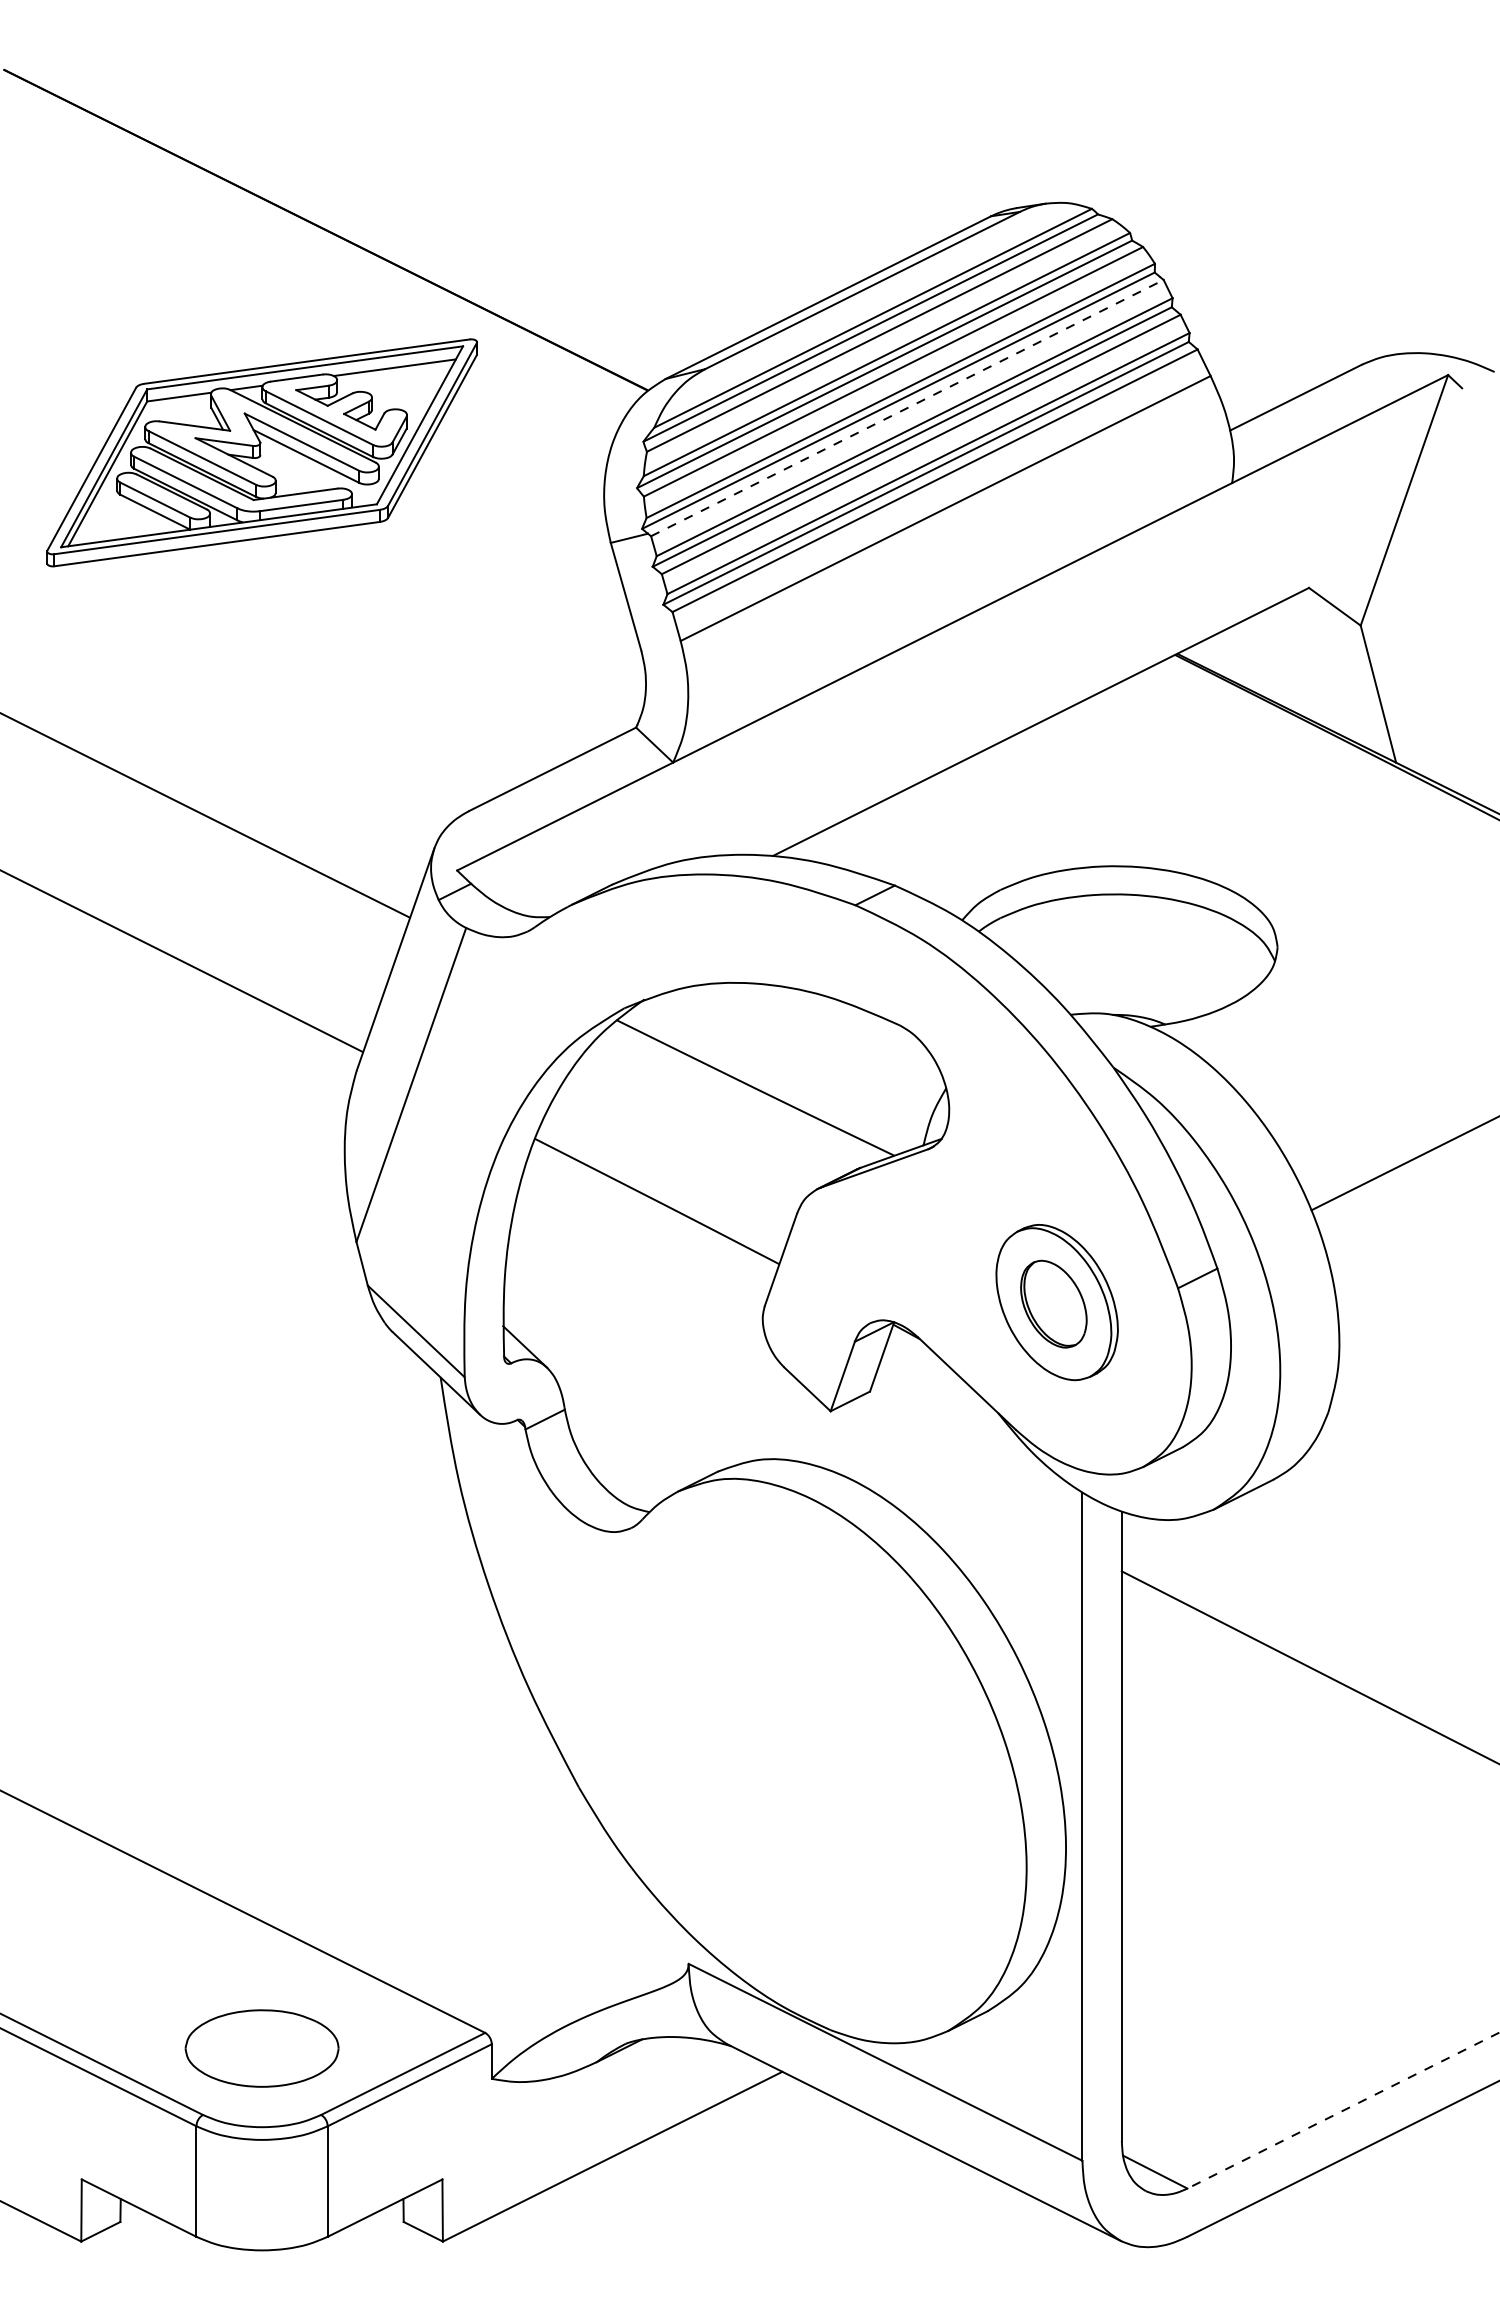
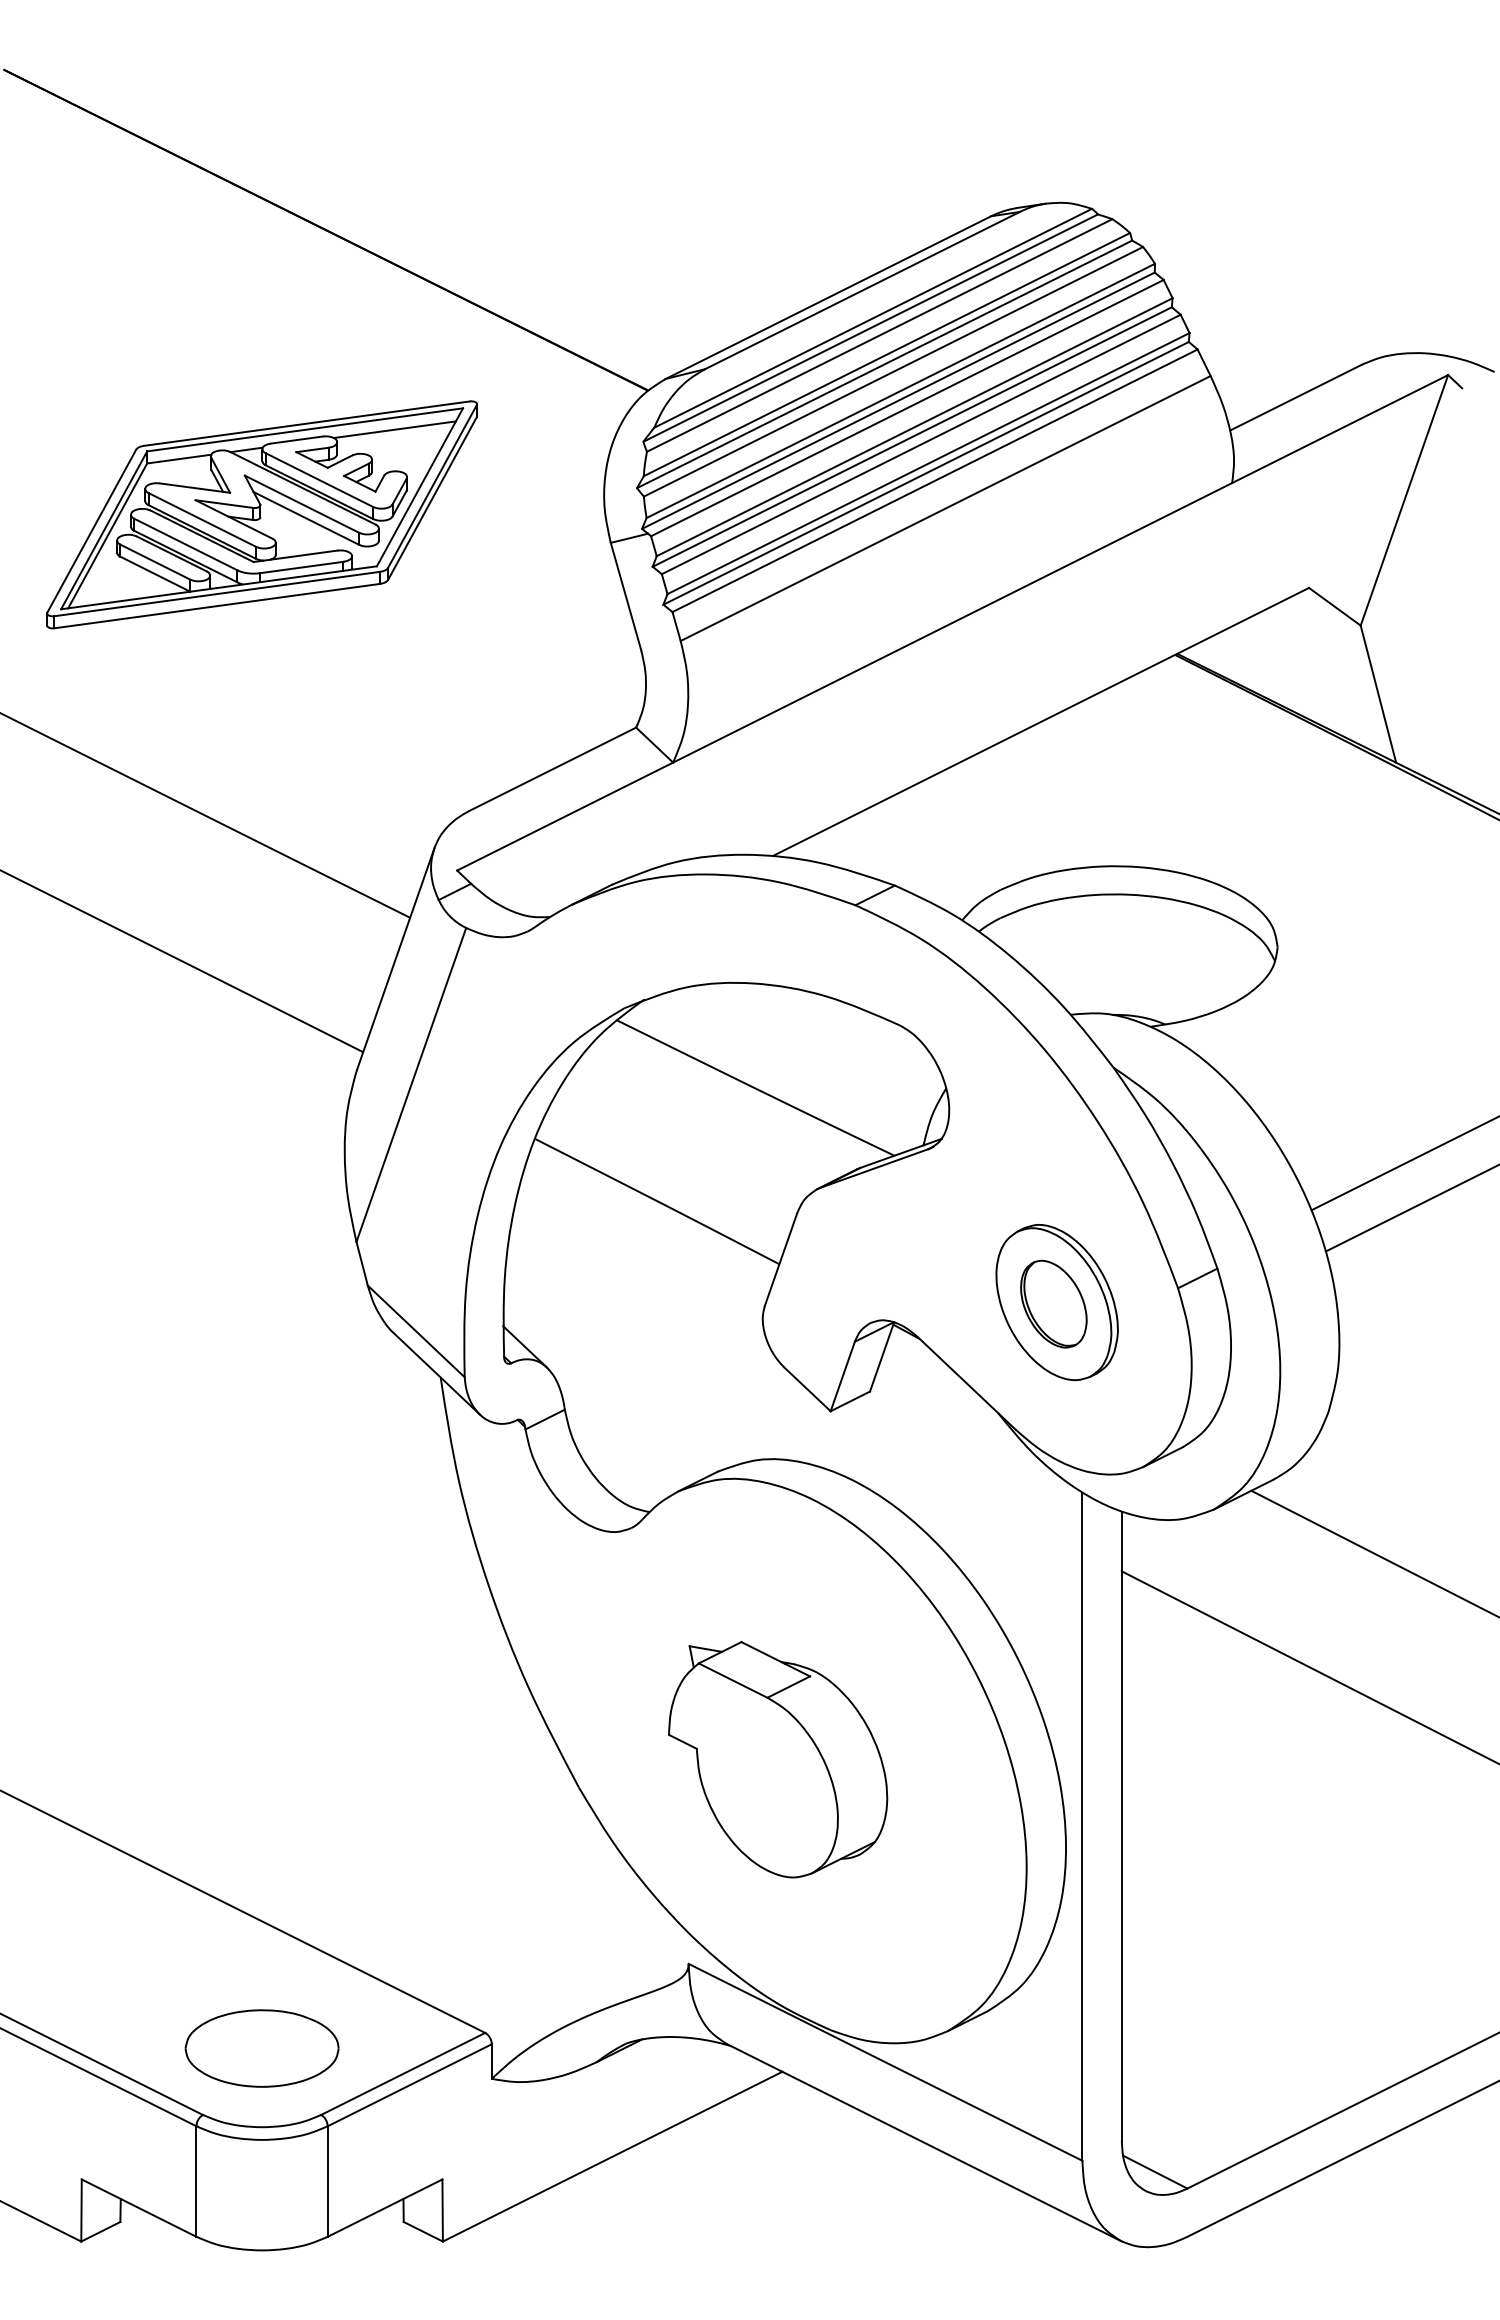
line at (907, 408): dashed -> solid
part at (261, 452) position: (261, 452) -> (261, 514)
line at (1410, 1208): none -> present
line at (1373, 1552): none -> present
part at (778, 1759): none -> present
line at (1343, 2110): dashed -> solid
